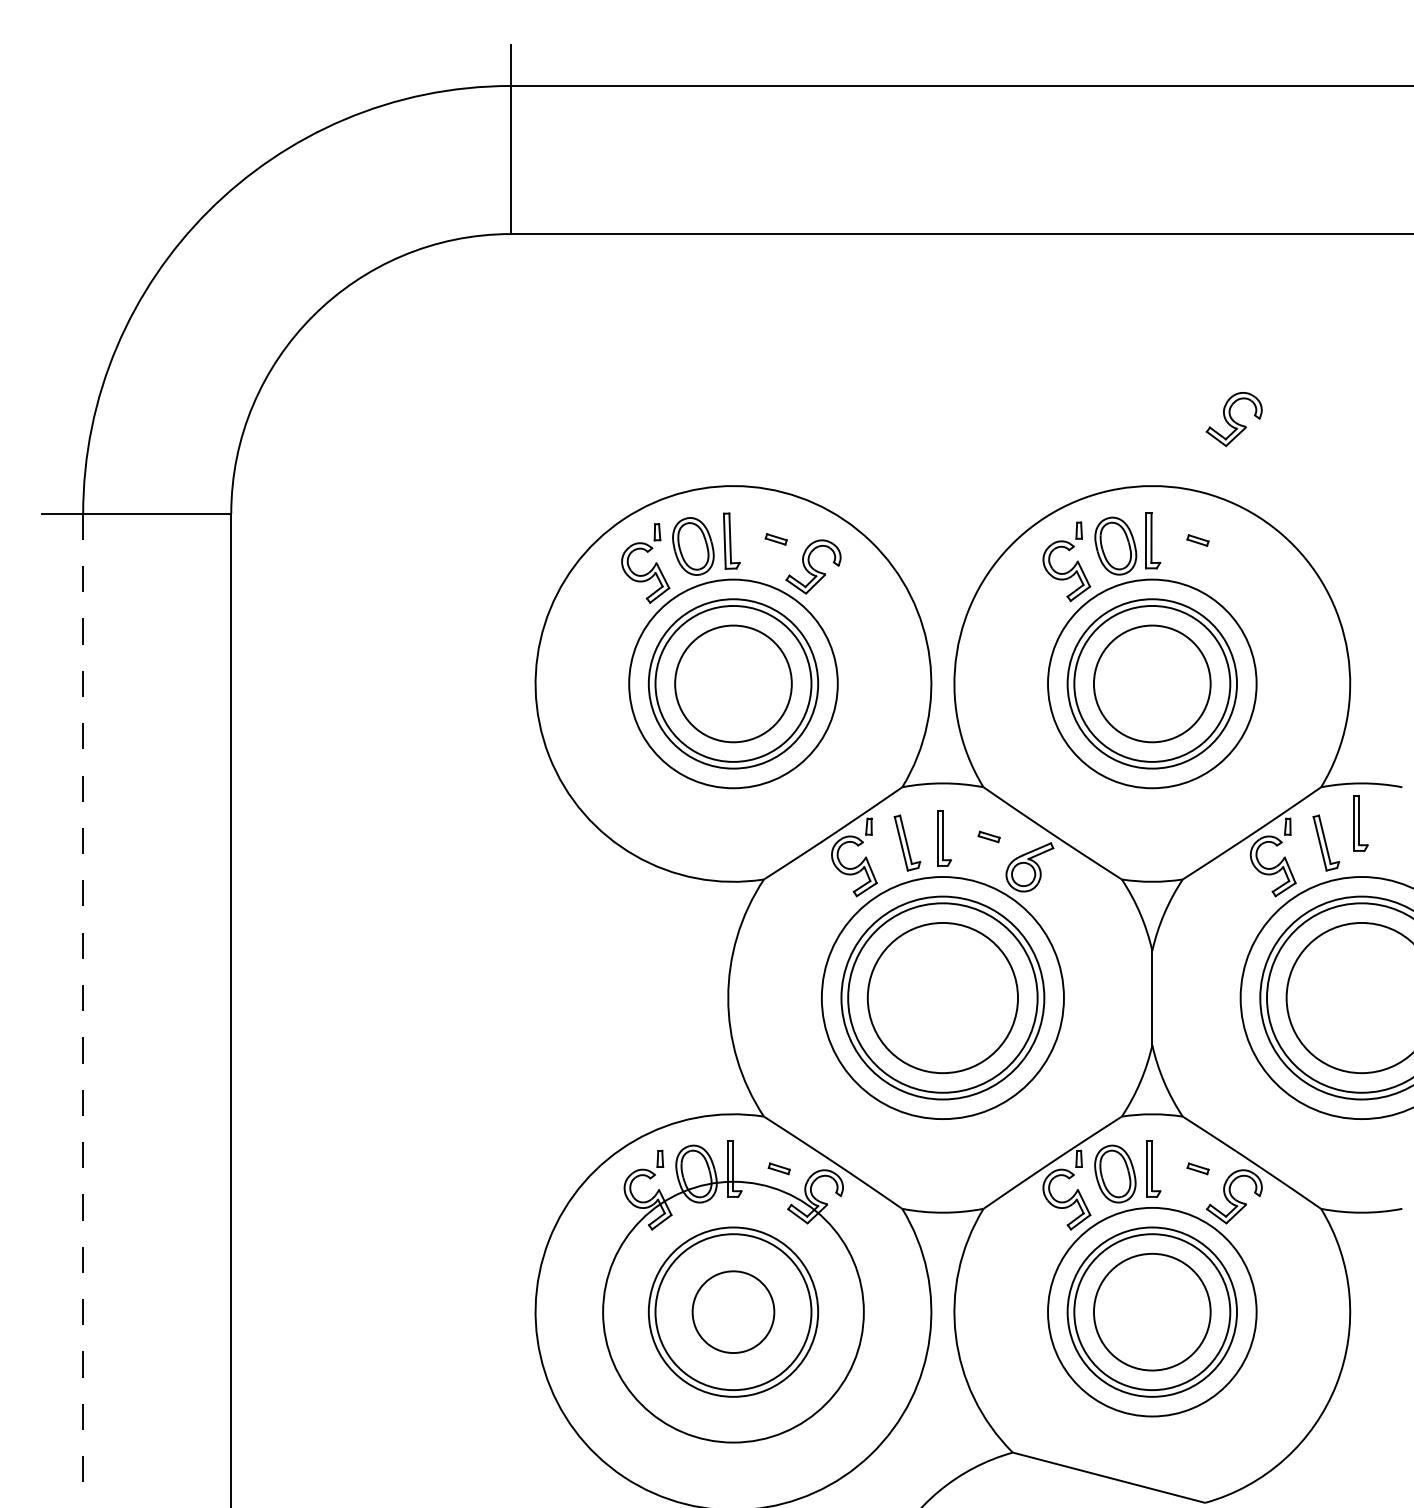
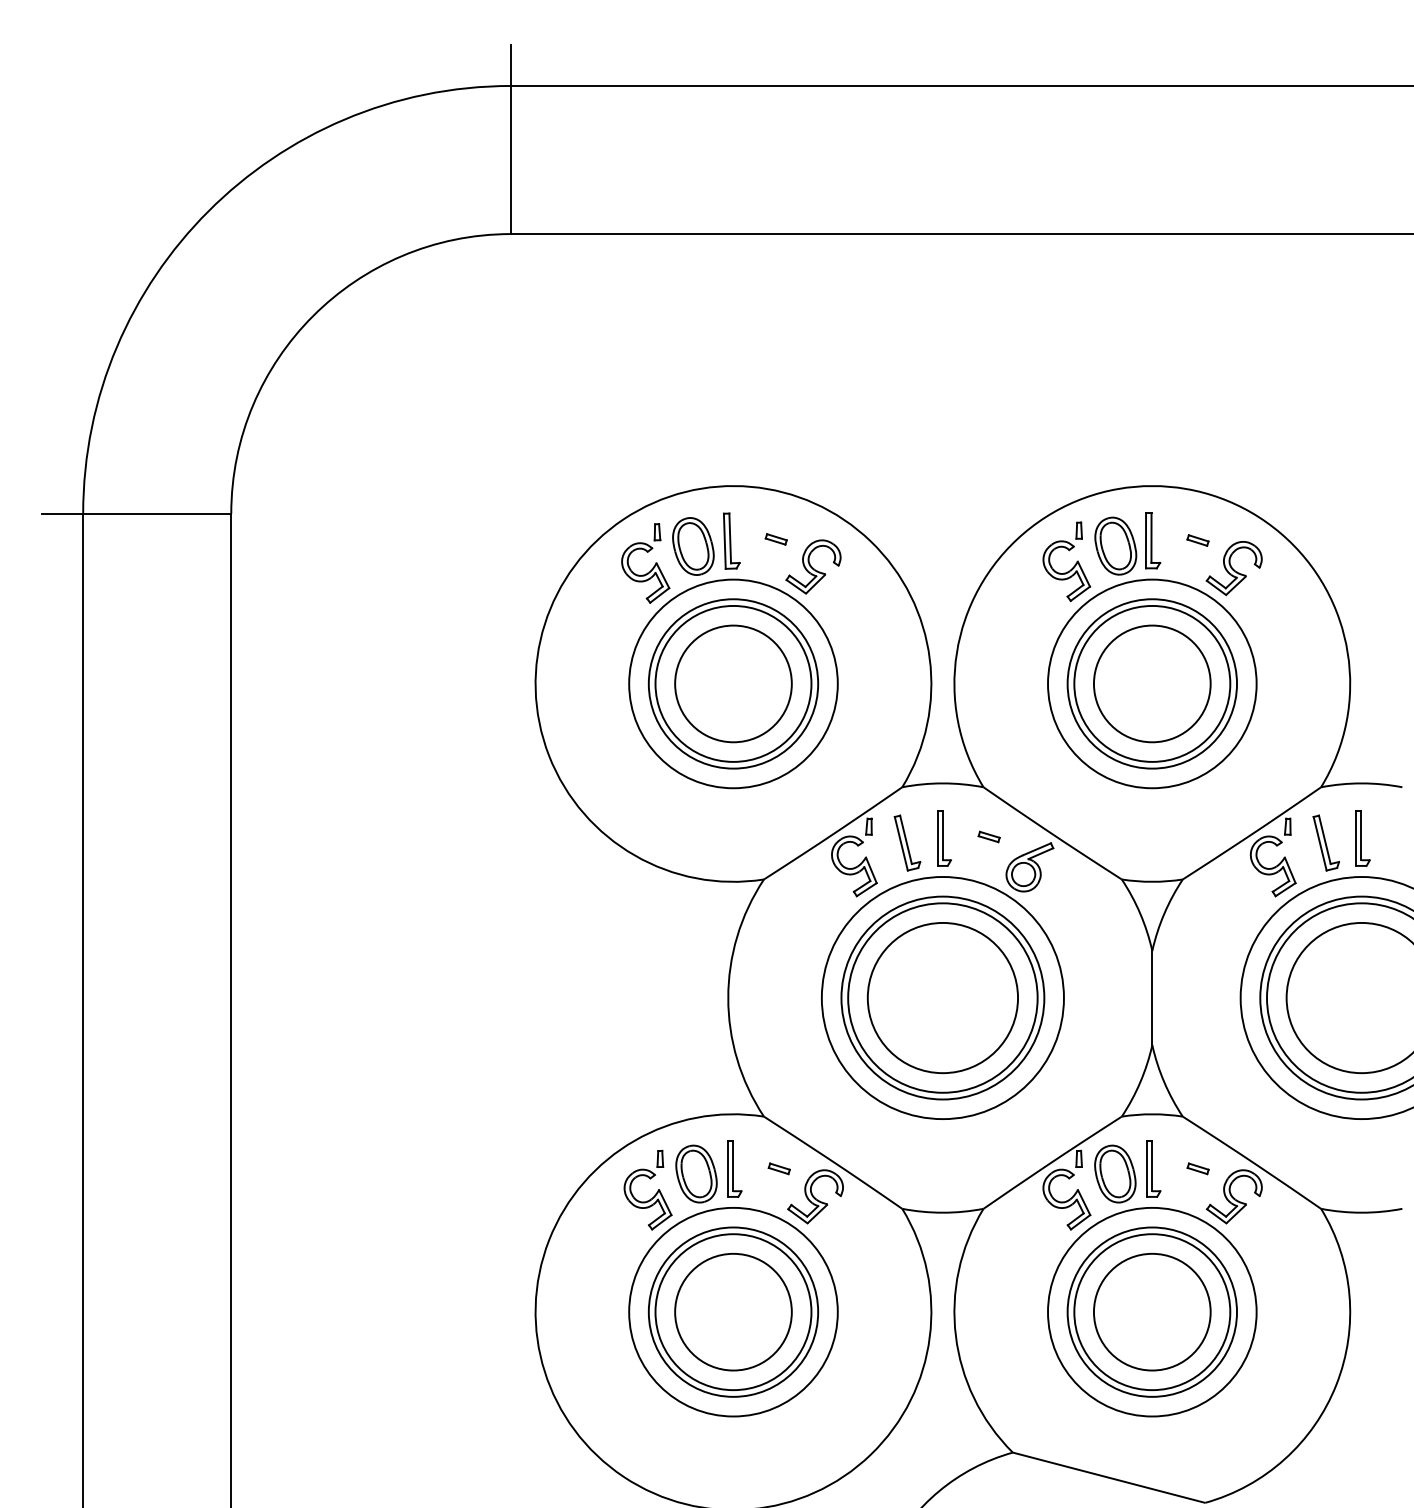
part at (1233, 419) position: (1233, 419) -> (1233, 568)
part at (1360, 823) position: (1360, 823) -> (1362, 838)
line at (83, 1010): dashed -> solid
circle at (733, 1311) diameter: 261 px -> 209 px
circle at (733, 1312) diameter: 82 px -> 117 px
